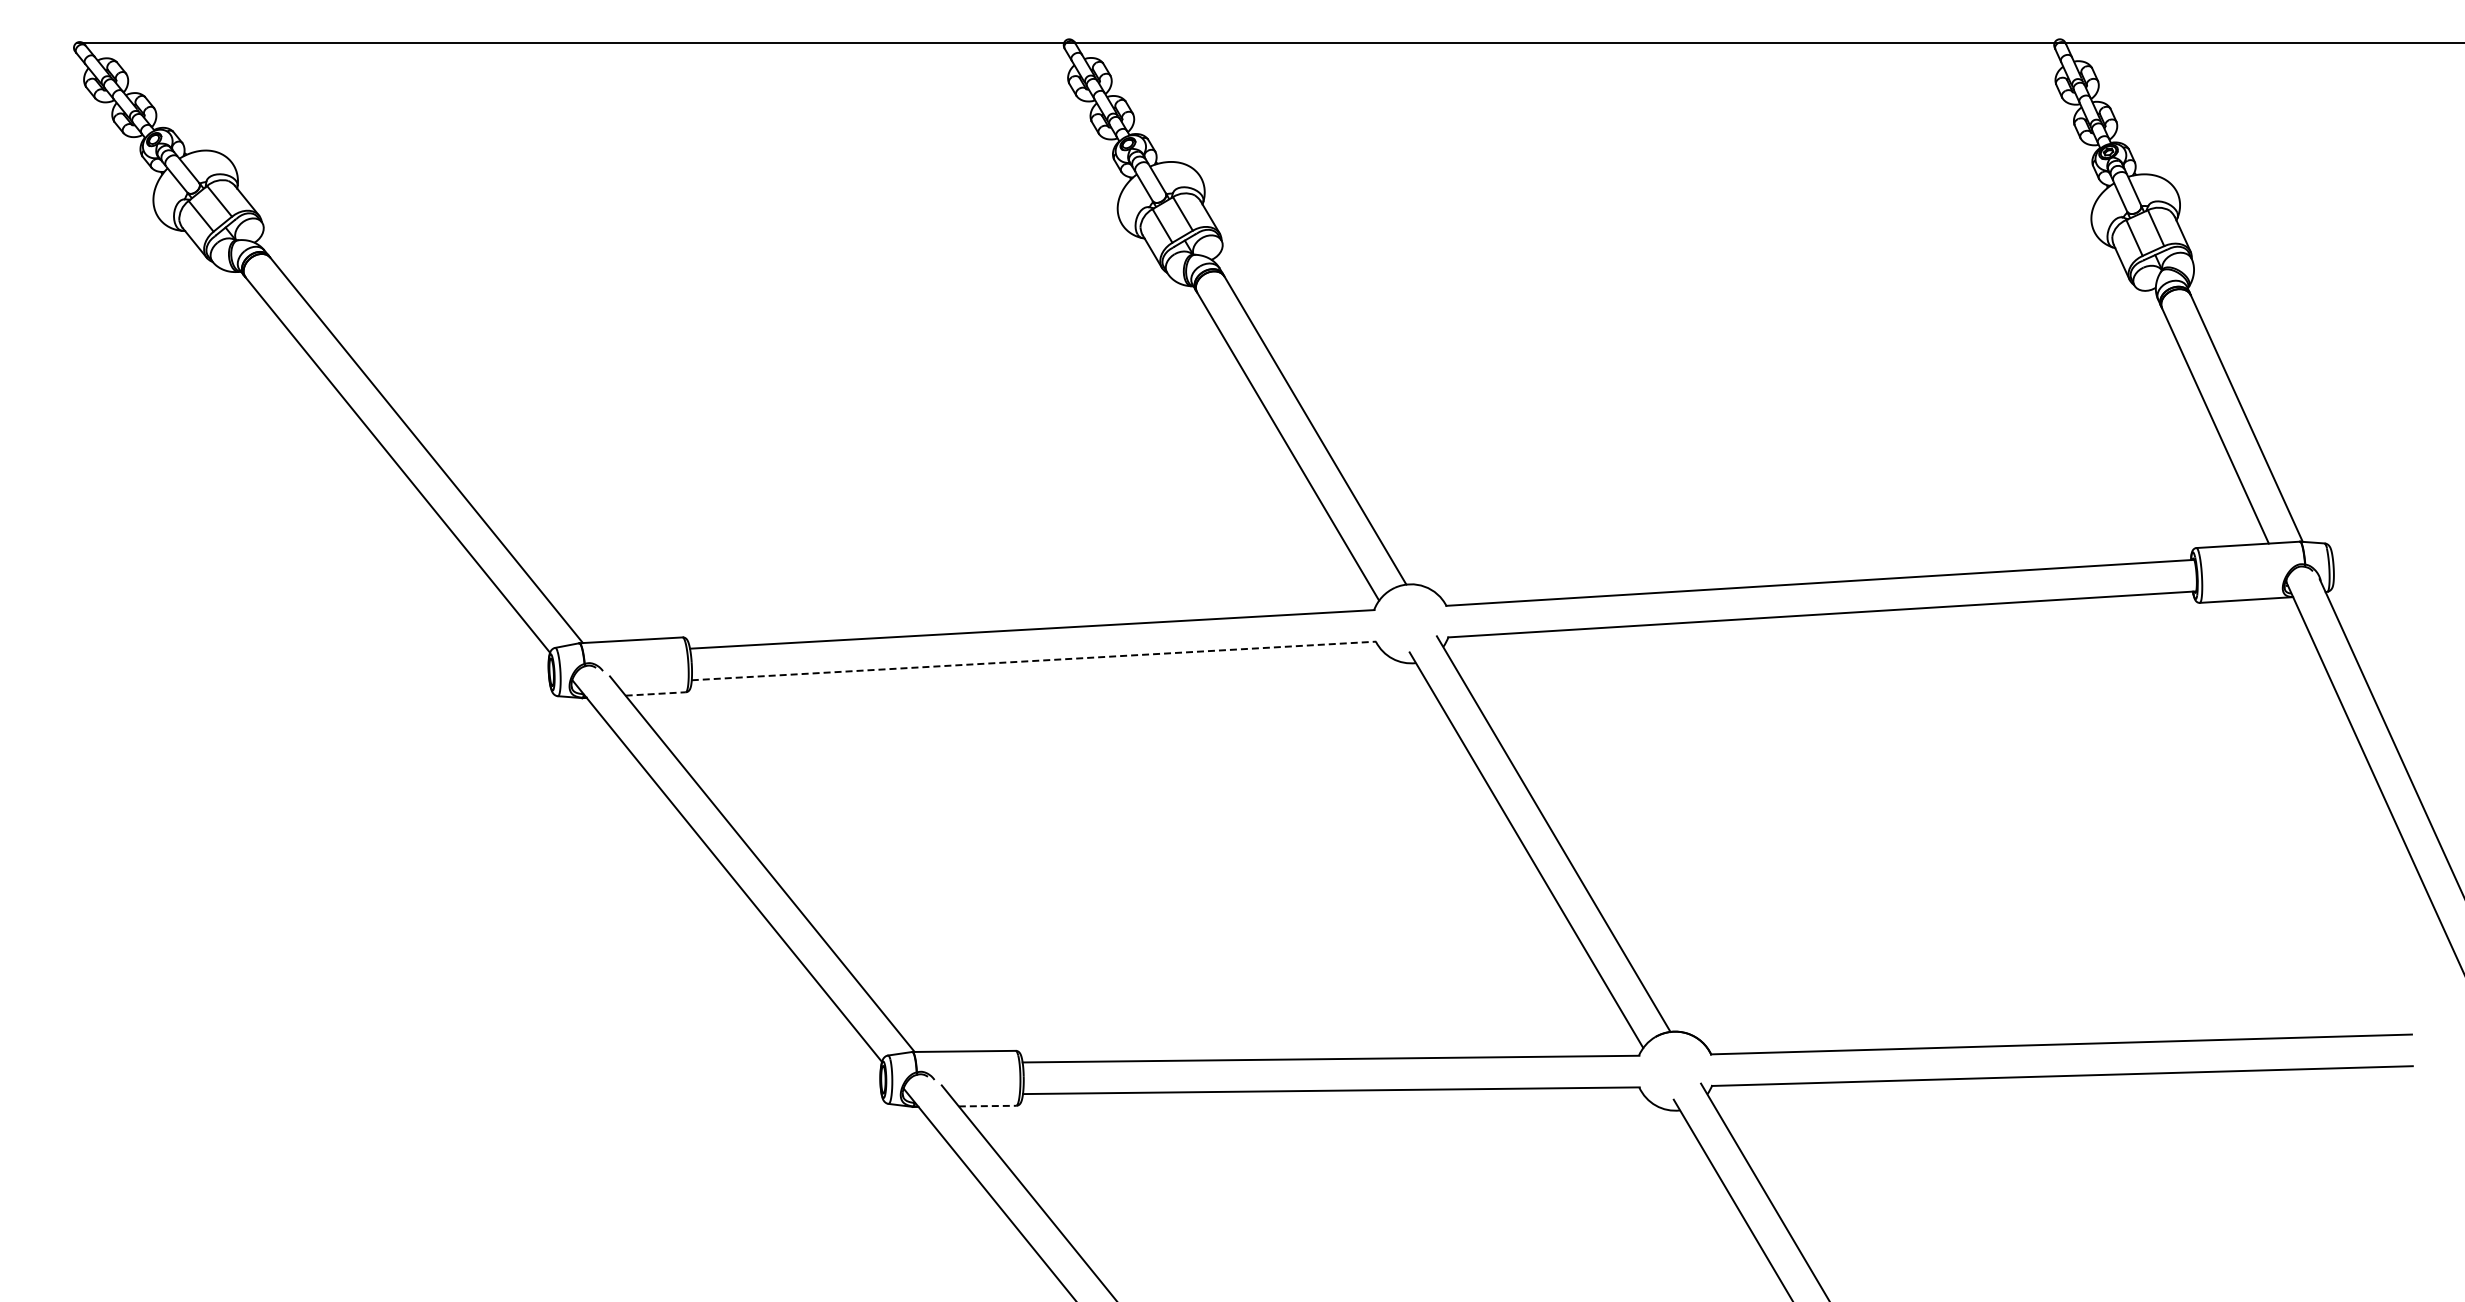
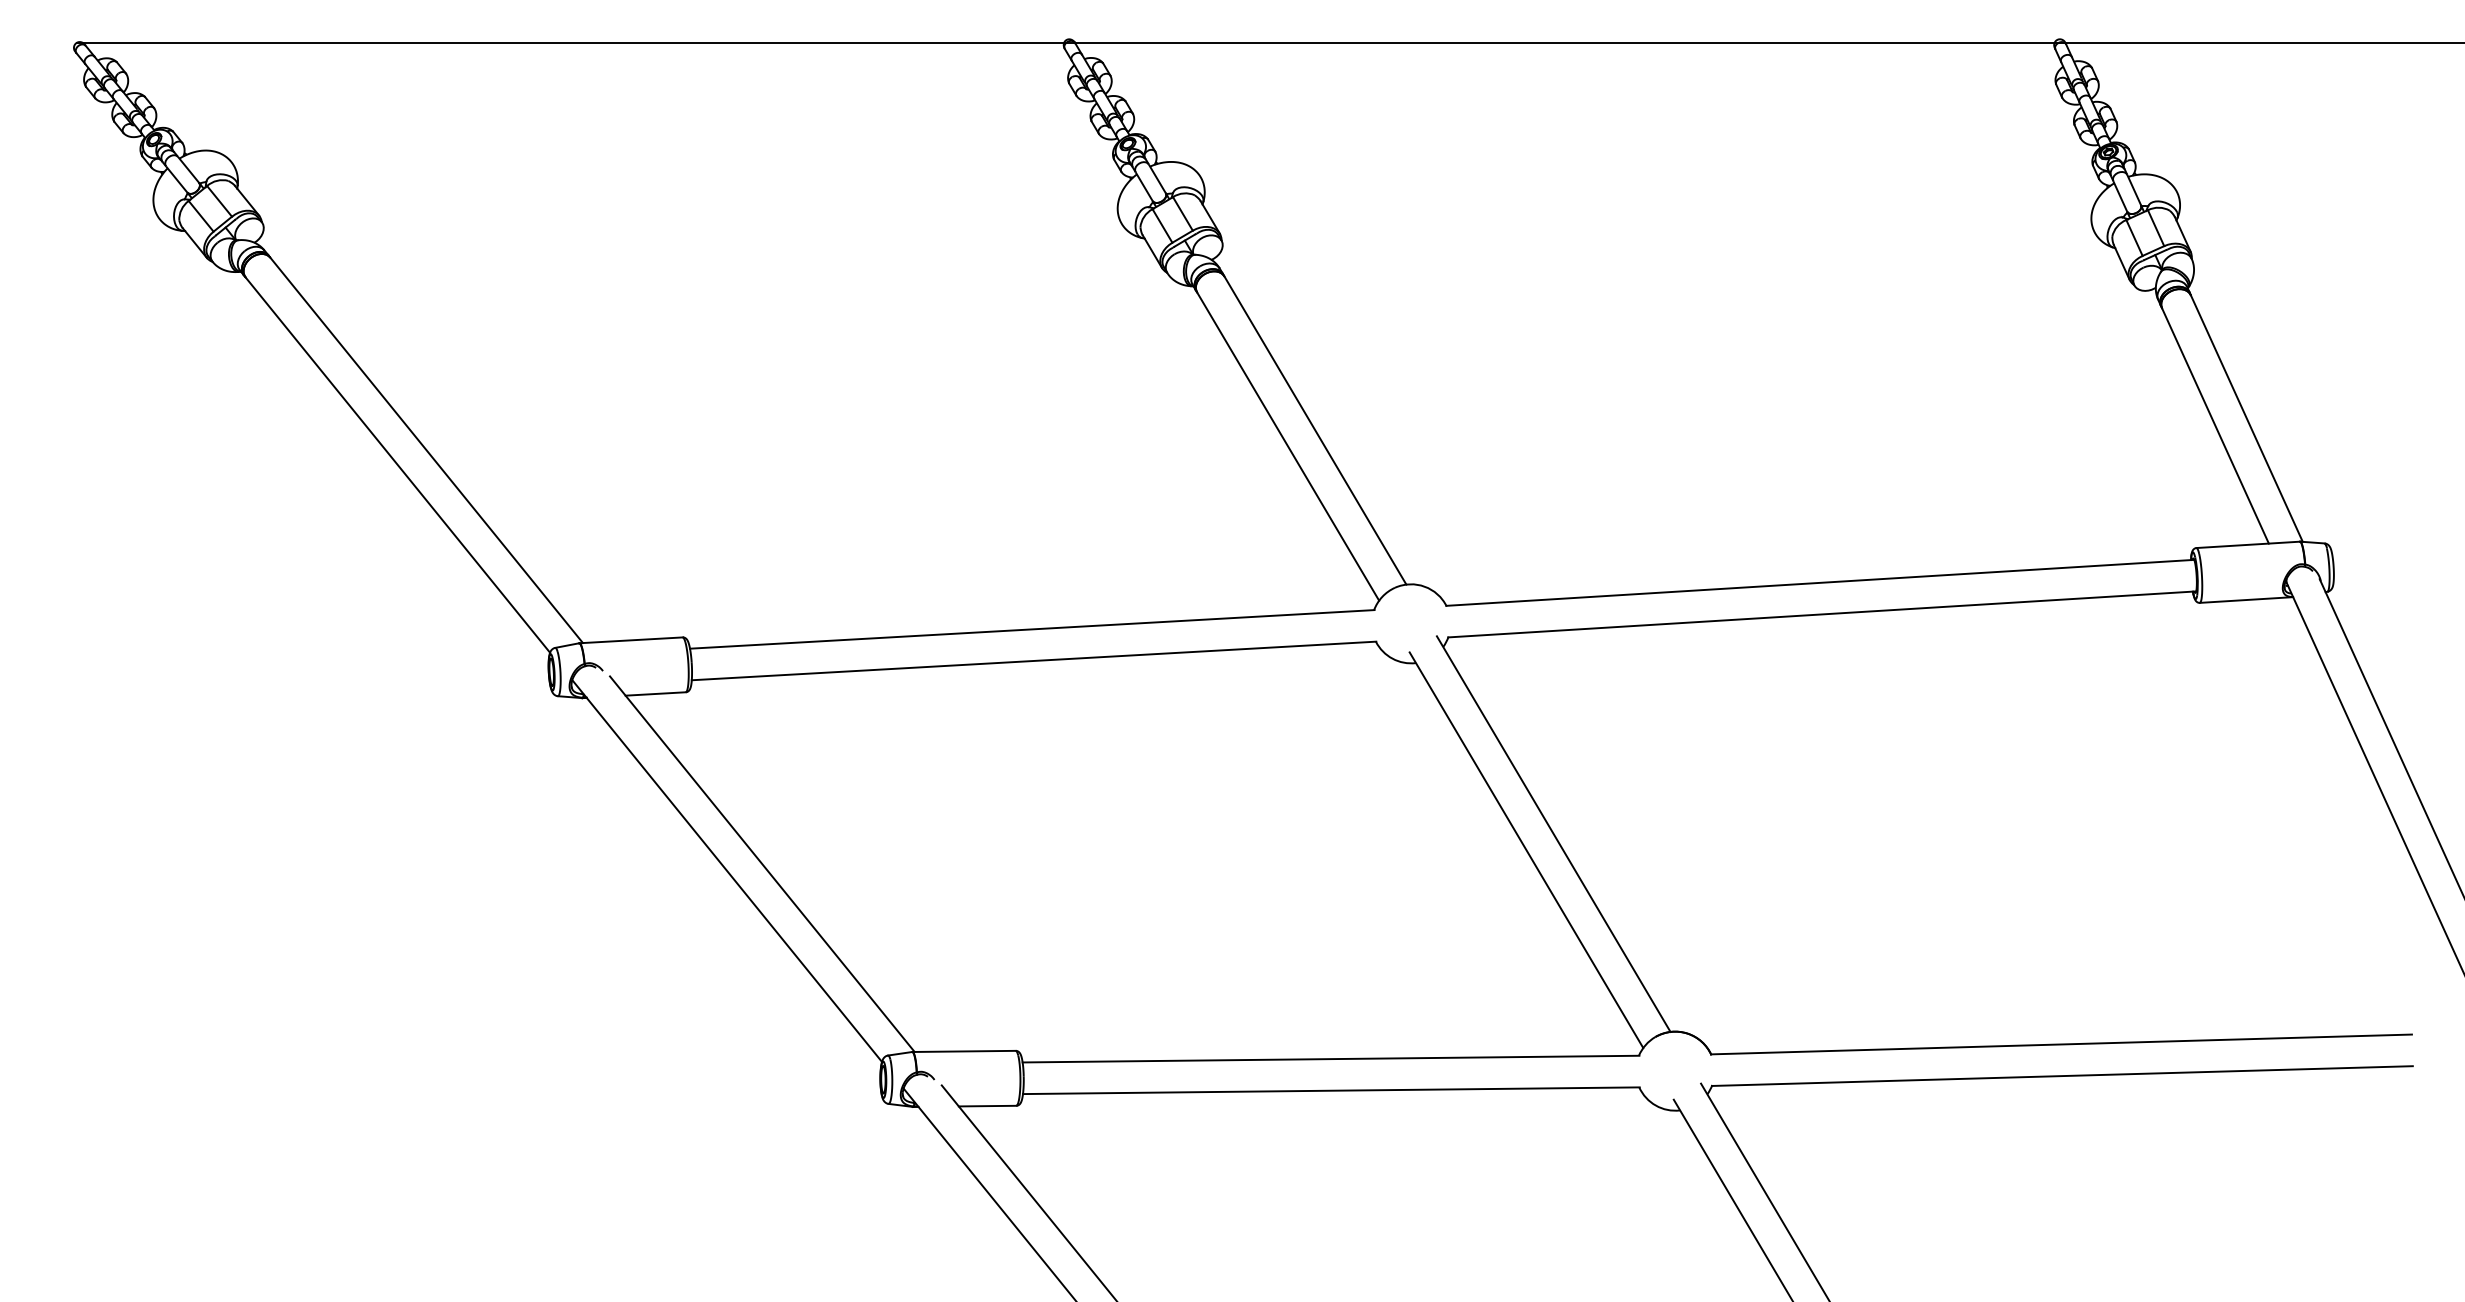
line at (1034, 660): dashed -> solid
line at (656, 693): dashed -> solid
line at (987, 1106): dashed -> solid
